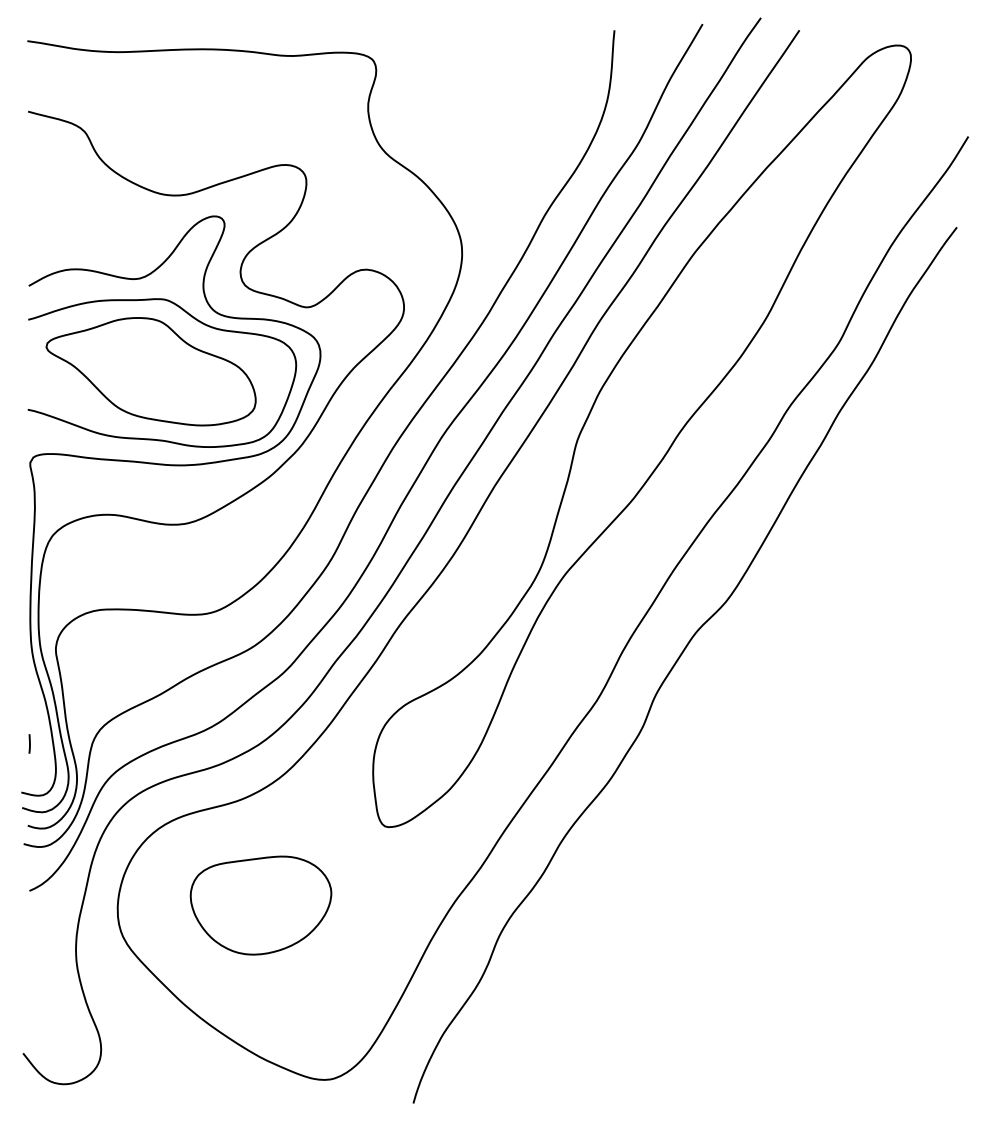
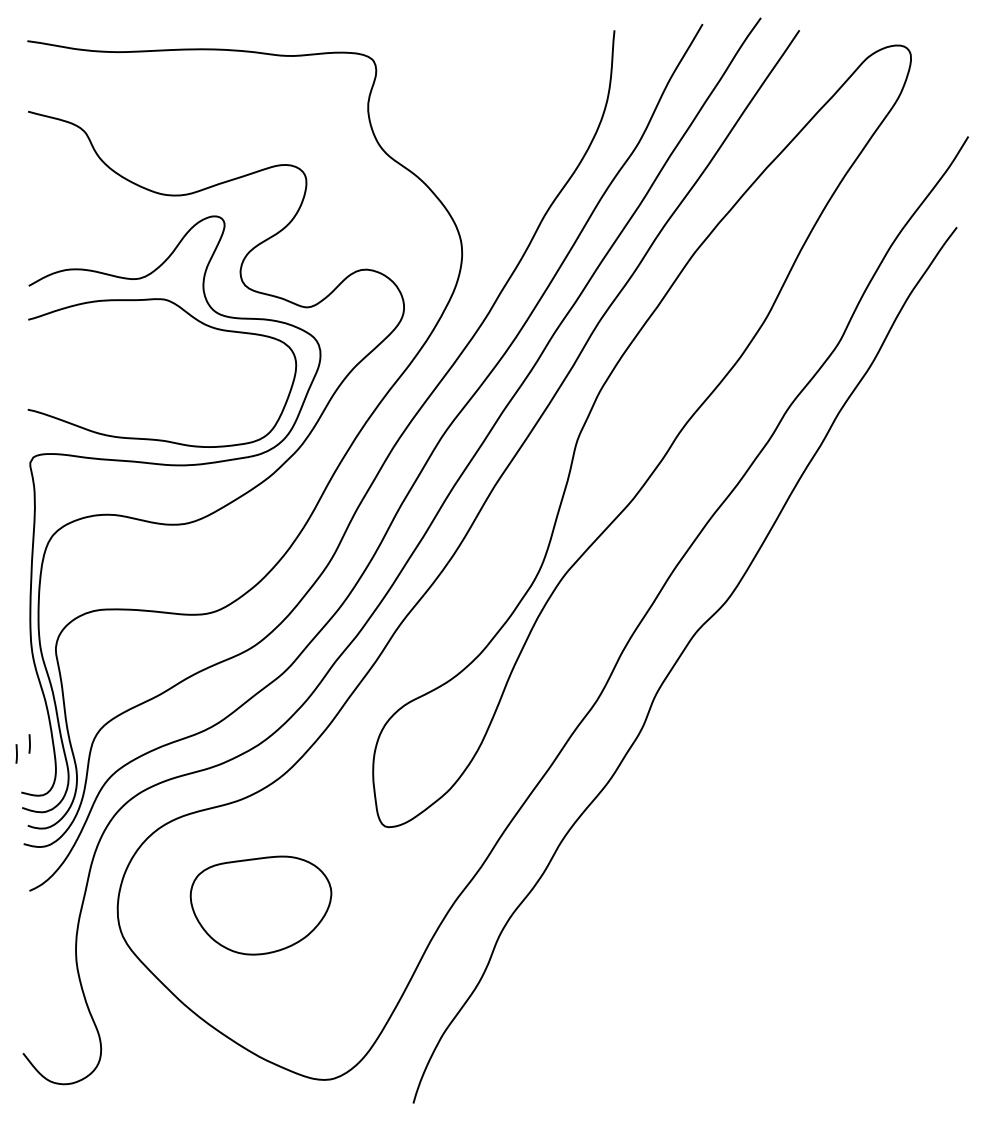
part at (150, 371): present -> none
line at (16, 753): none -> present
